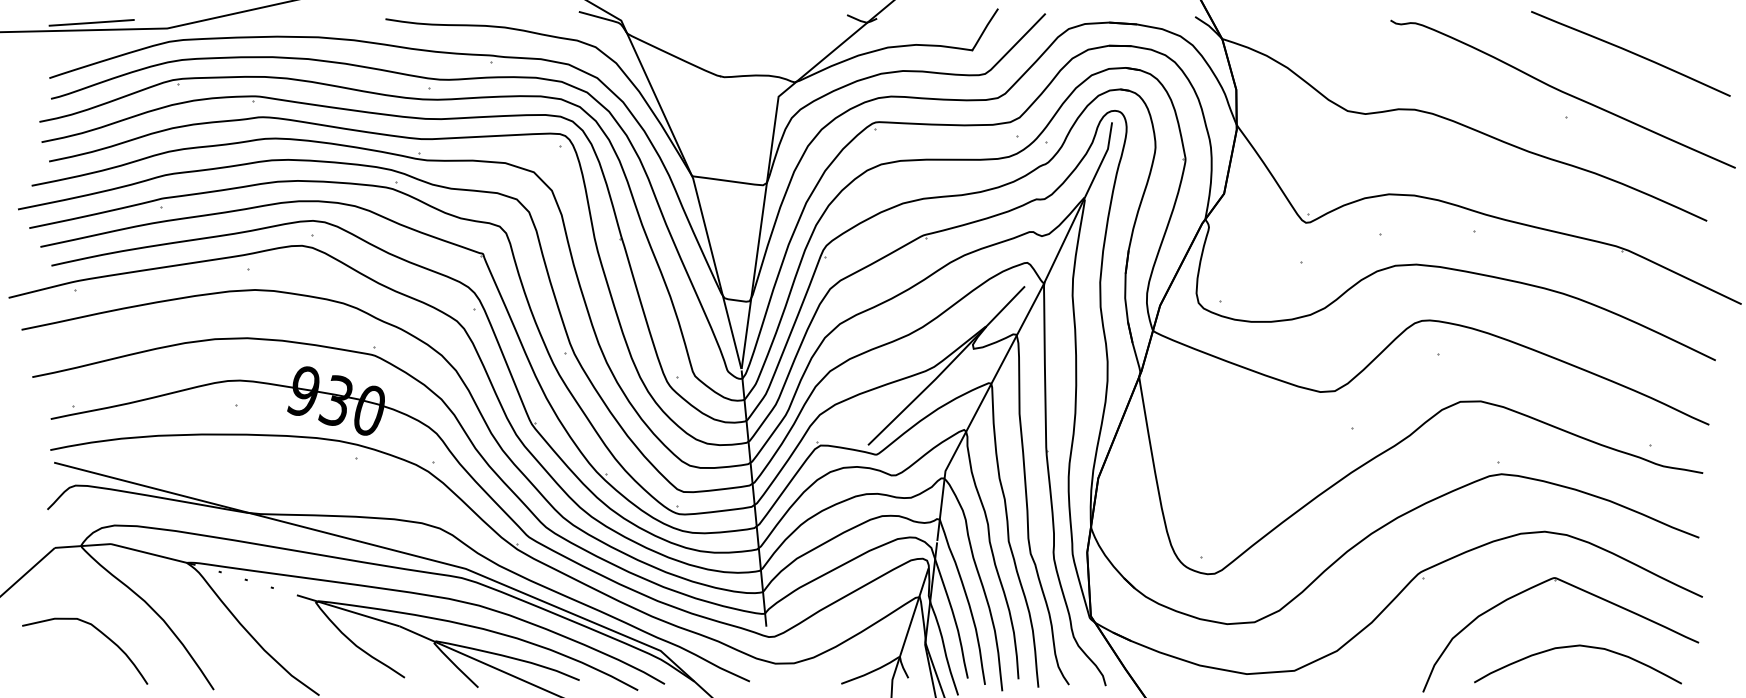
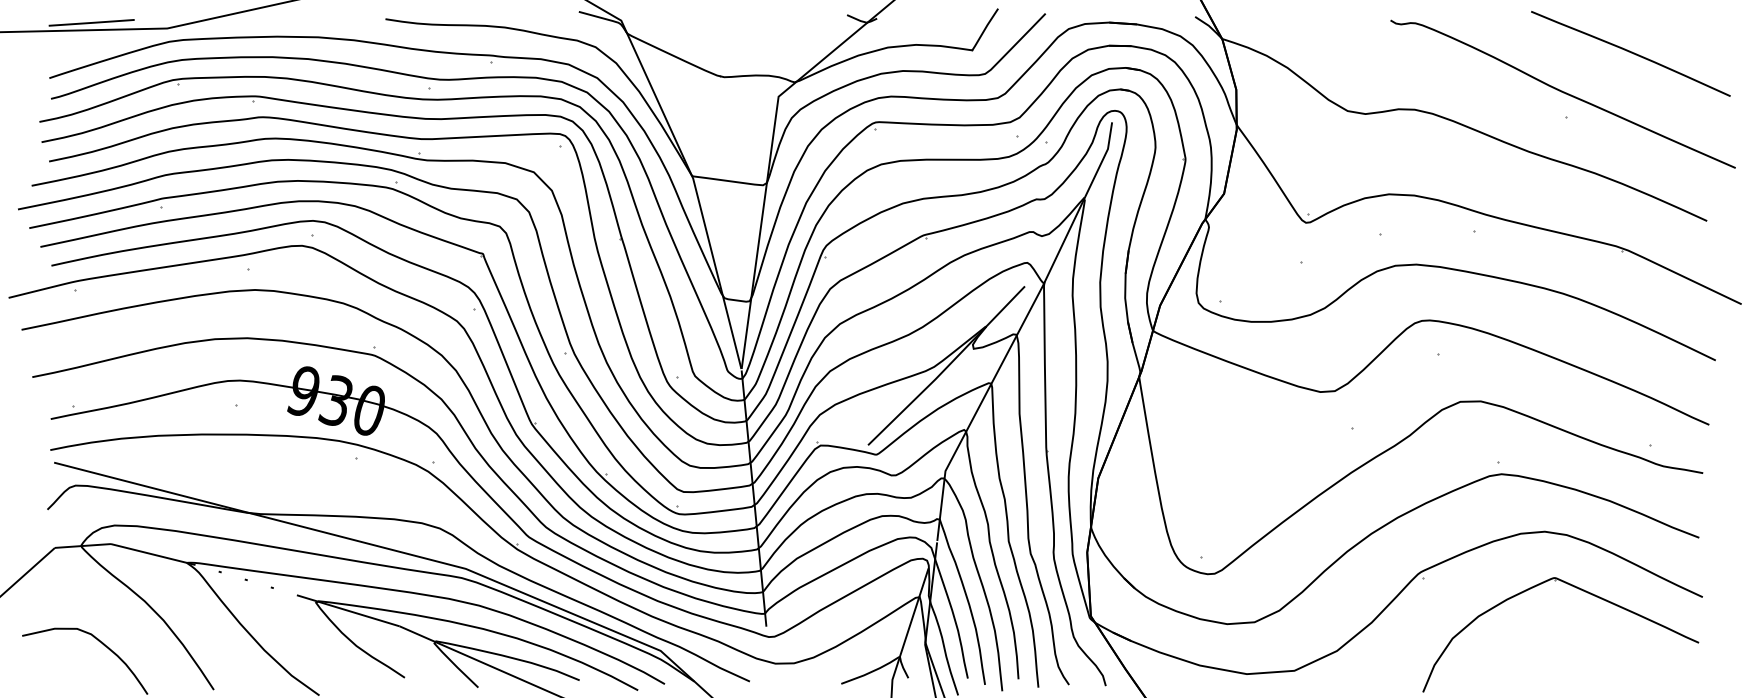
curve at (98, 631) position: (98, 631) -> (98, 641)
curve at (1573, 647): present -> none
